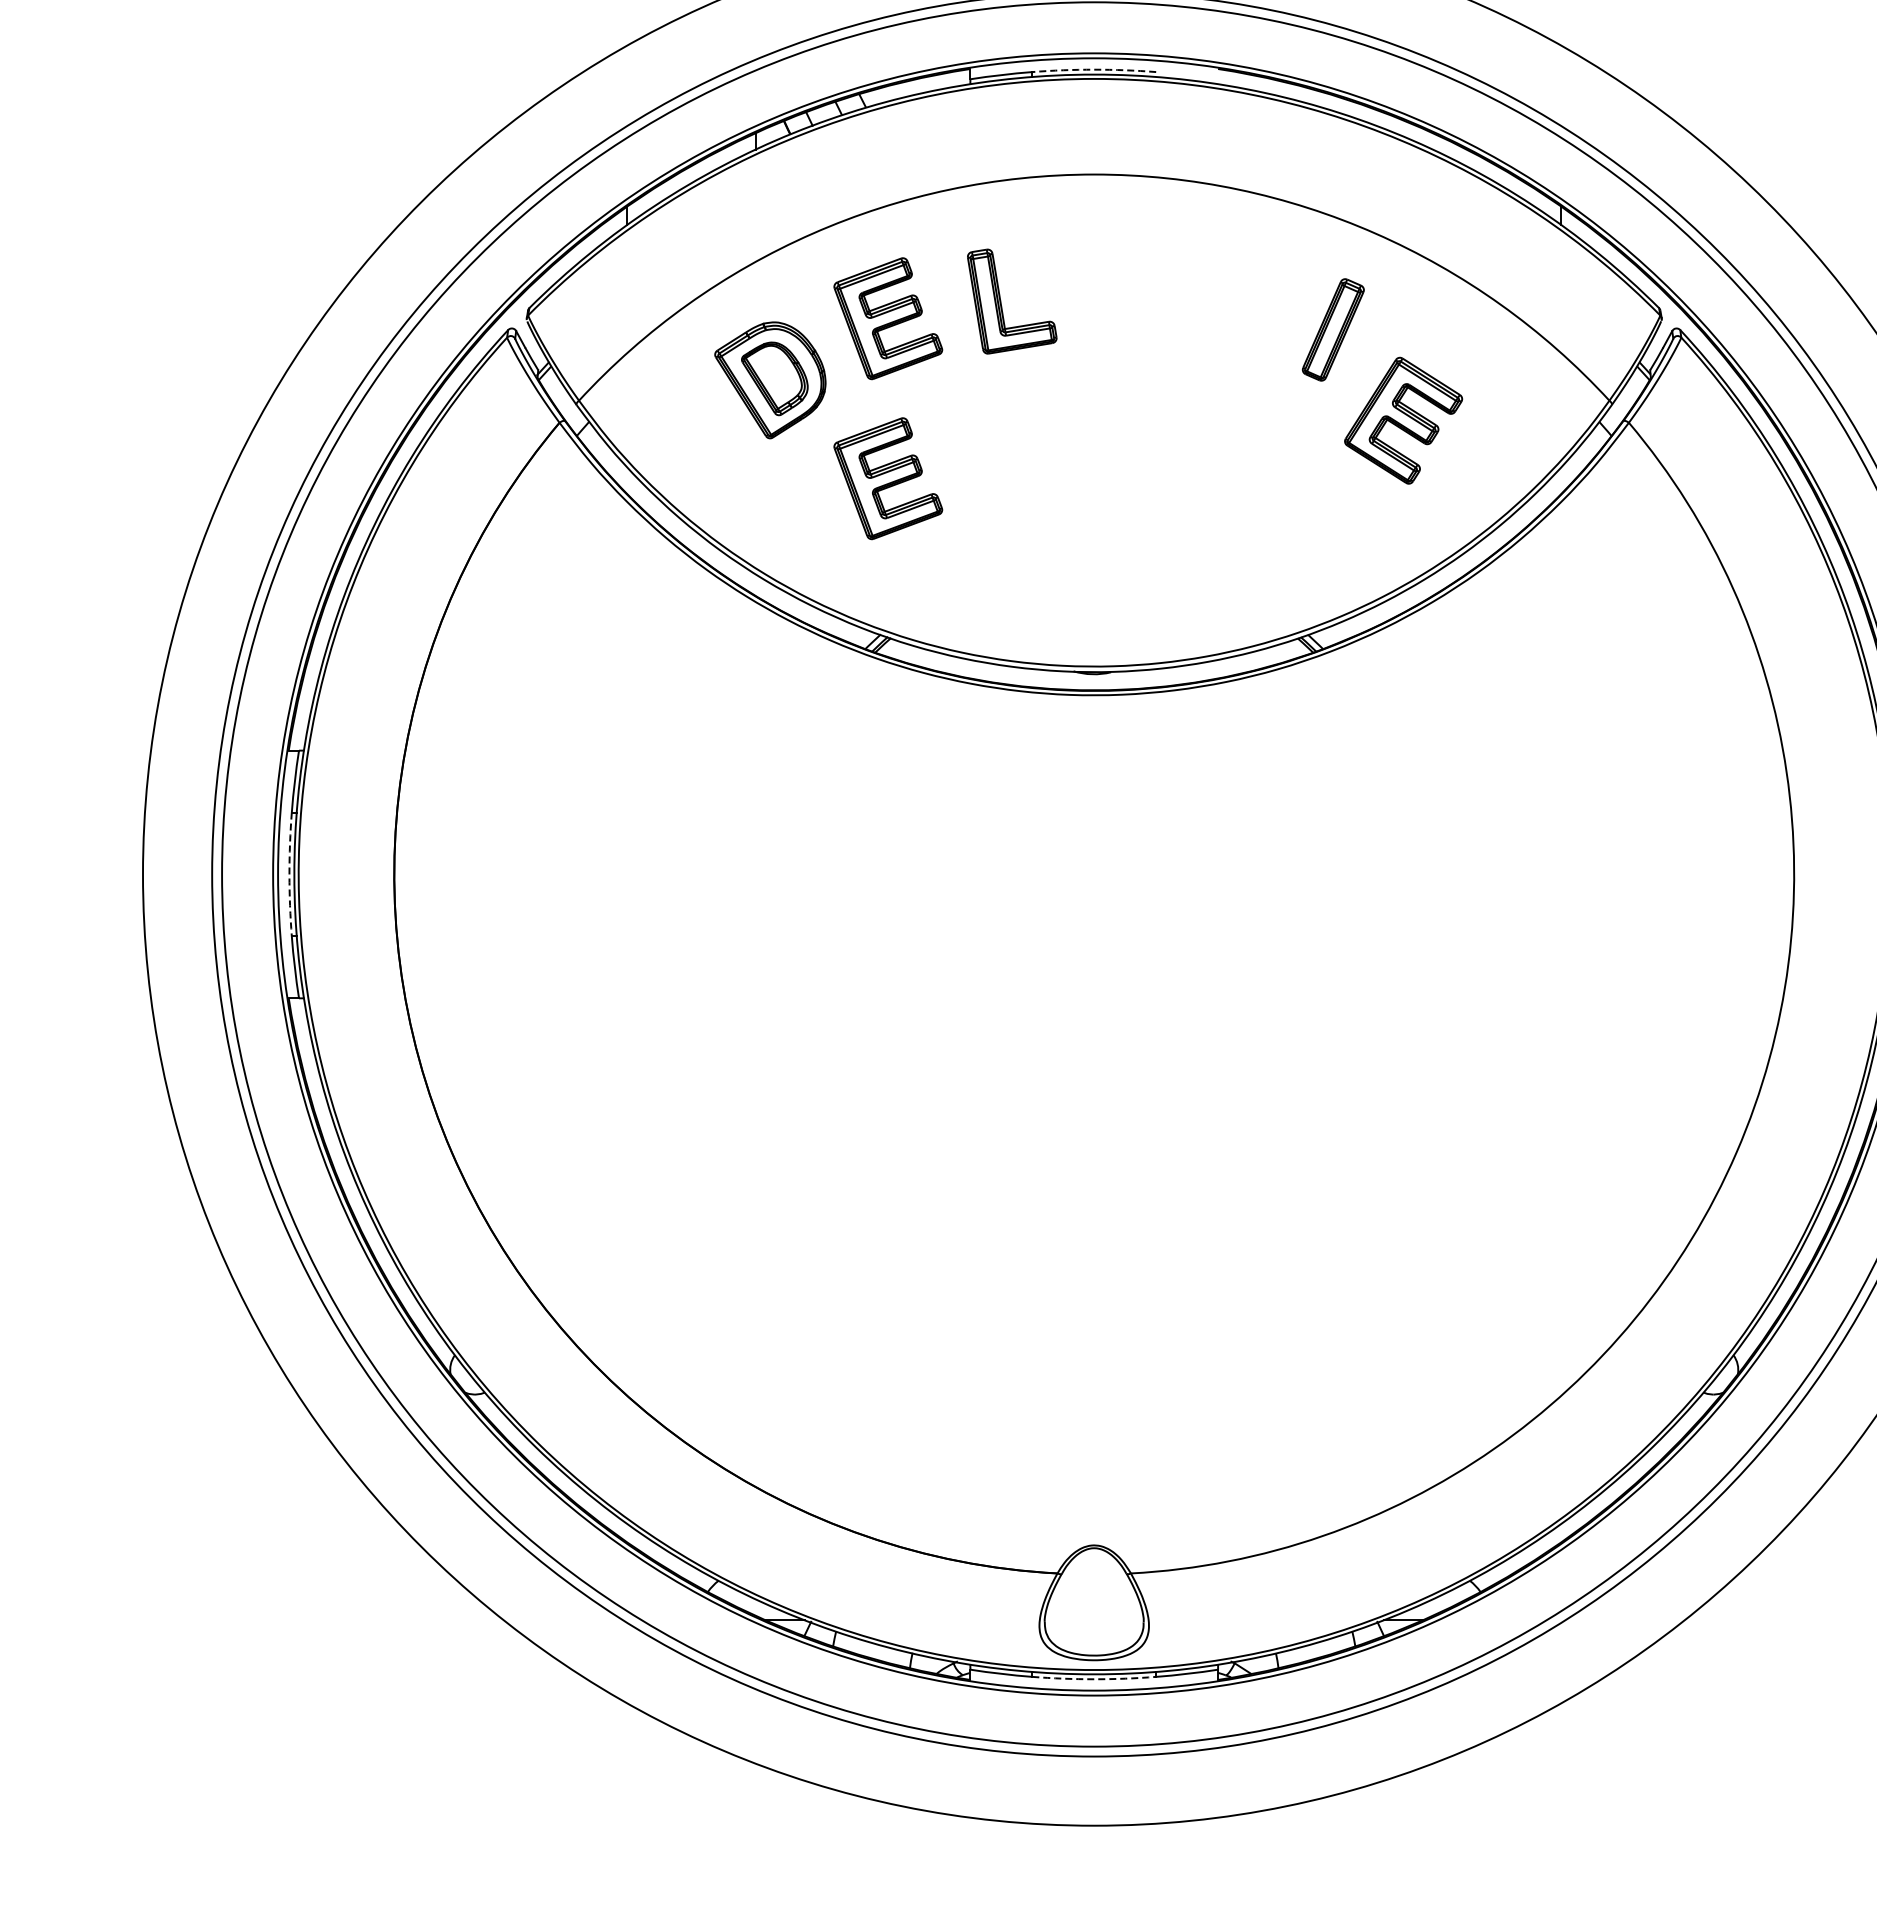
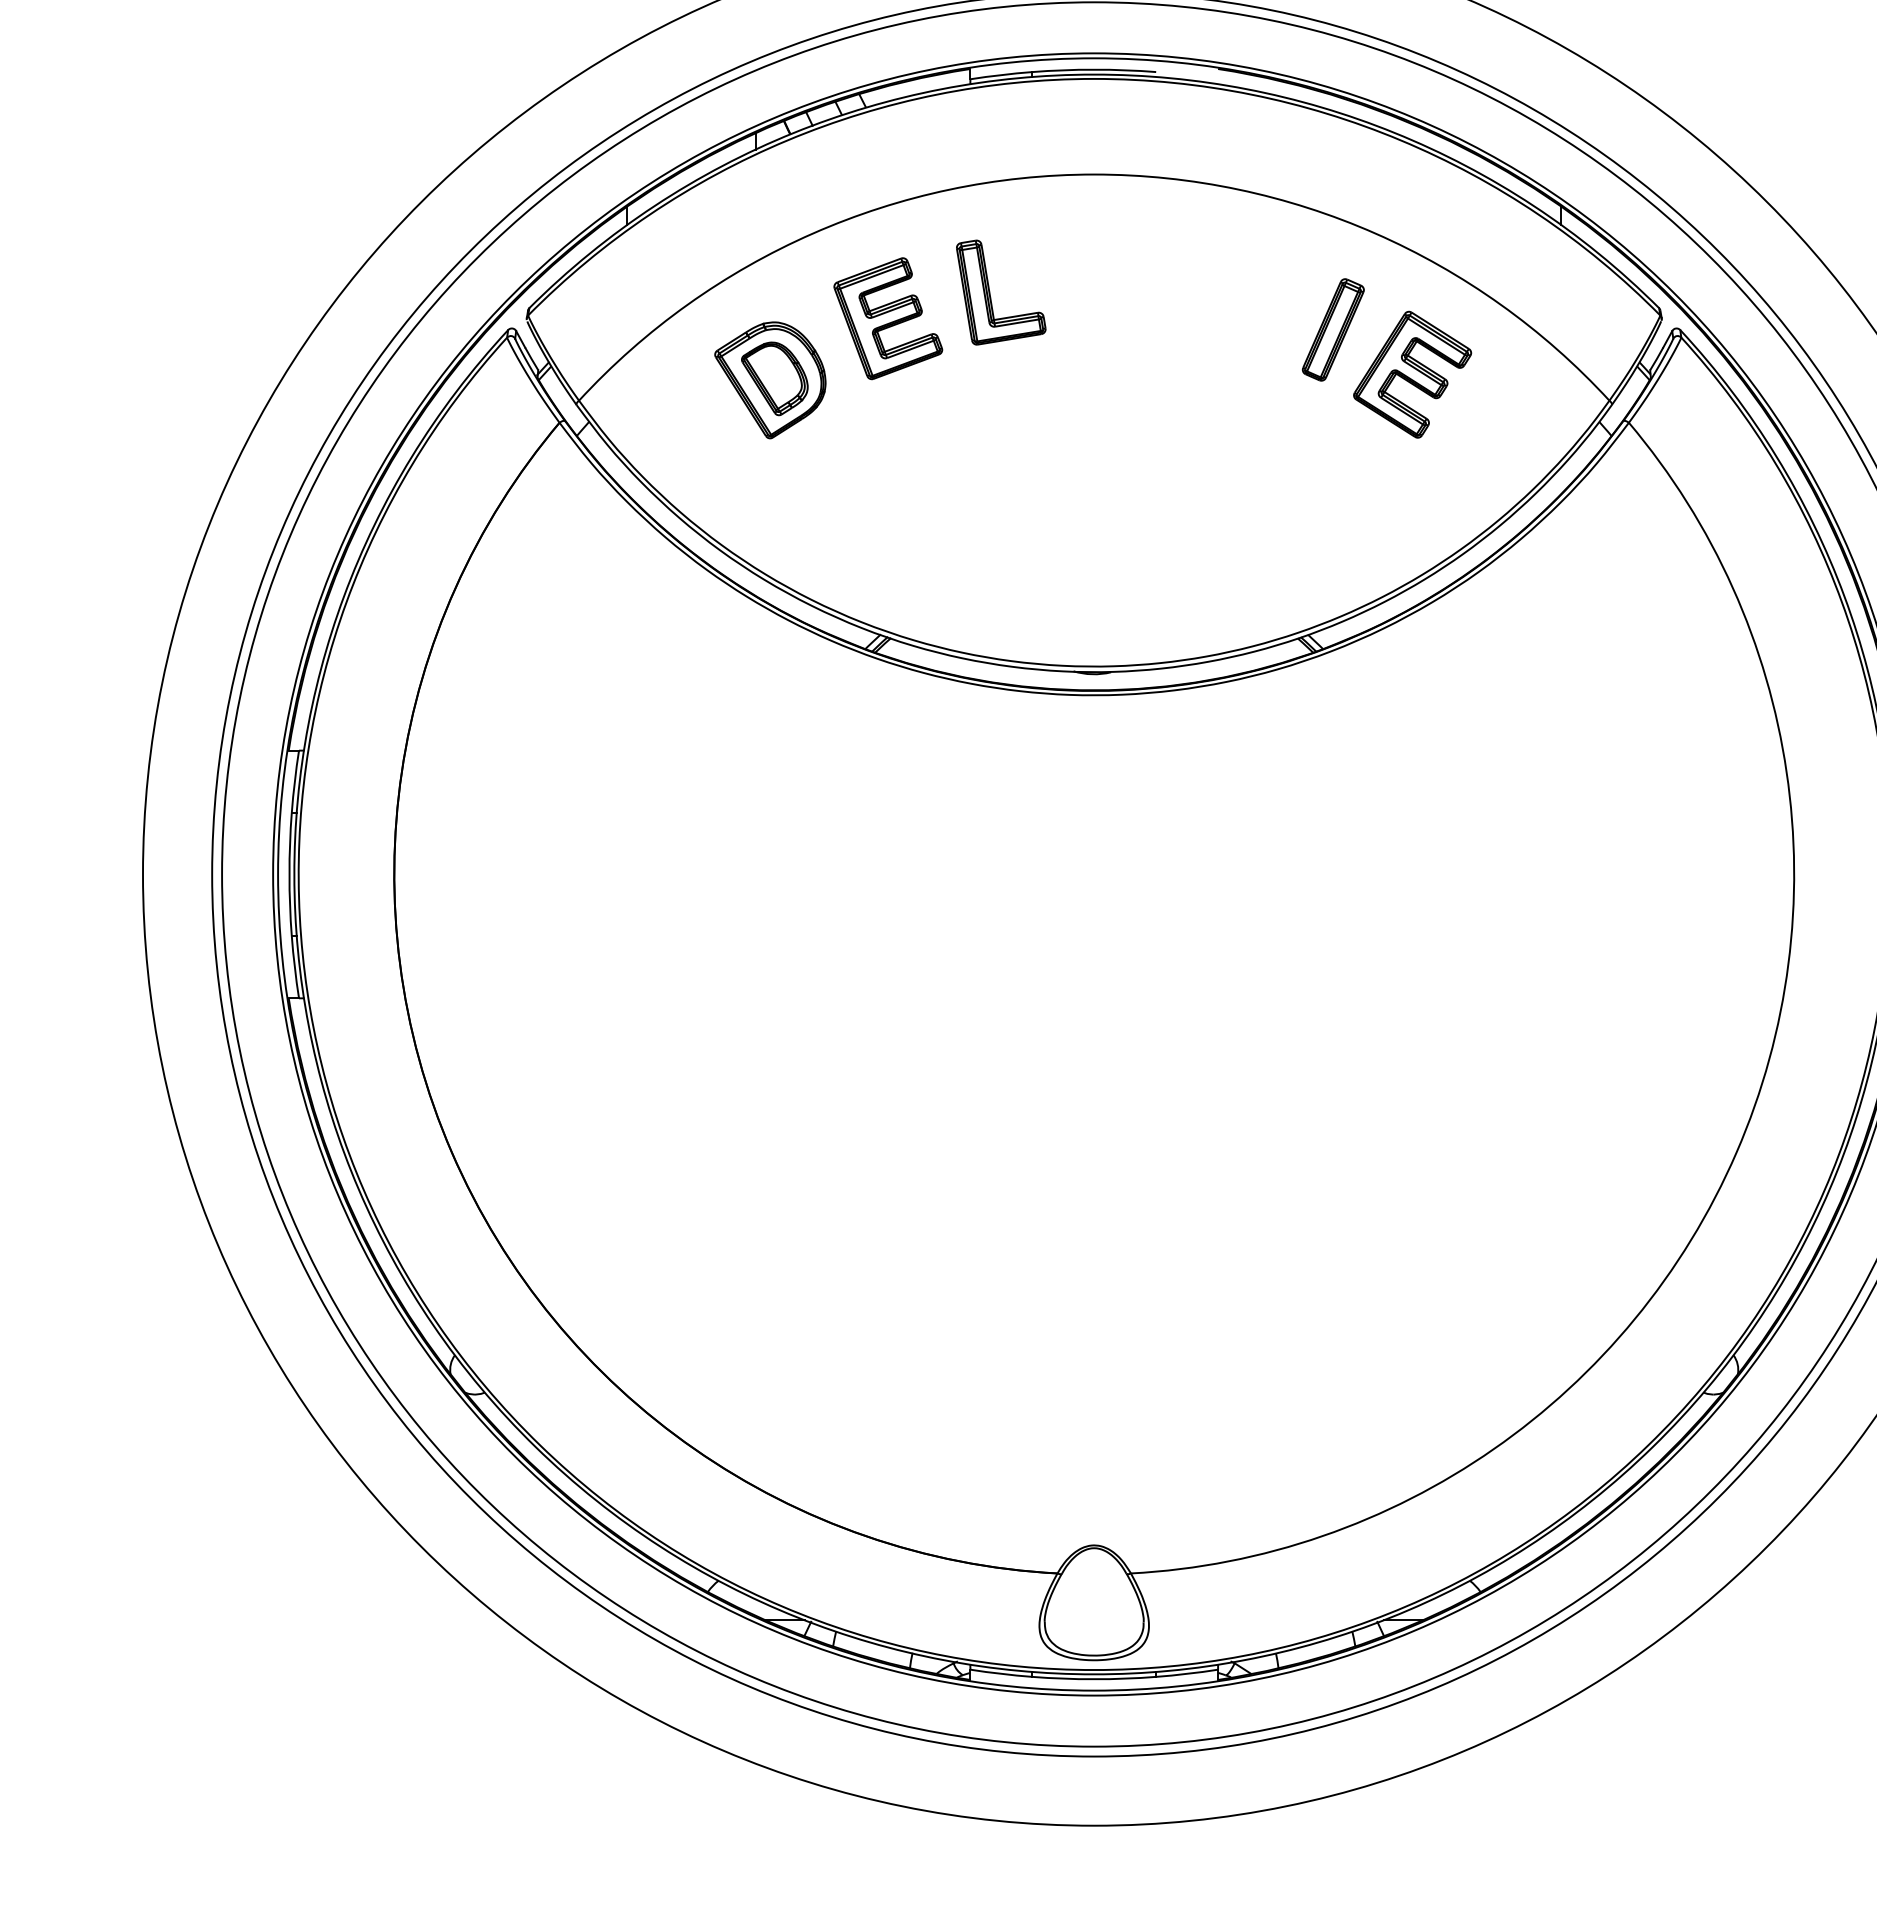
arc at (1094, 69): dashed -> solid
part at (1001, 301) position: (1001, 301) -> (990, 292)
part at (1403, 420) position: (1403, 420) -> (1412, 374)
part at (888, 478): present -> none
arc at (289, 874): dashed -> solid
arc at (1094, 1679): dashed -> solid
